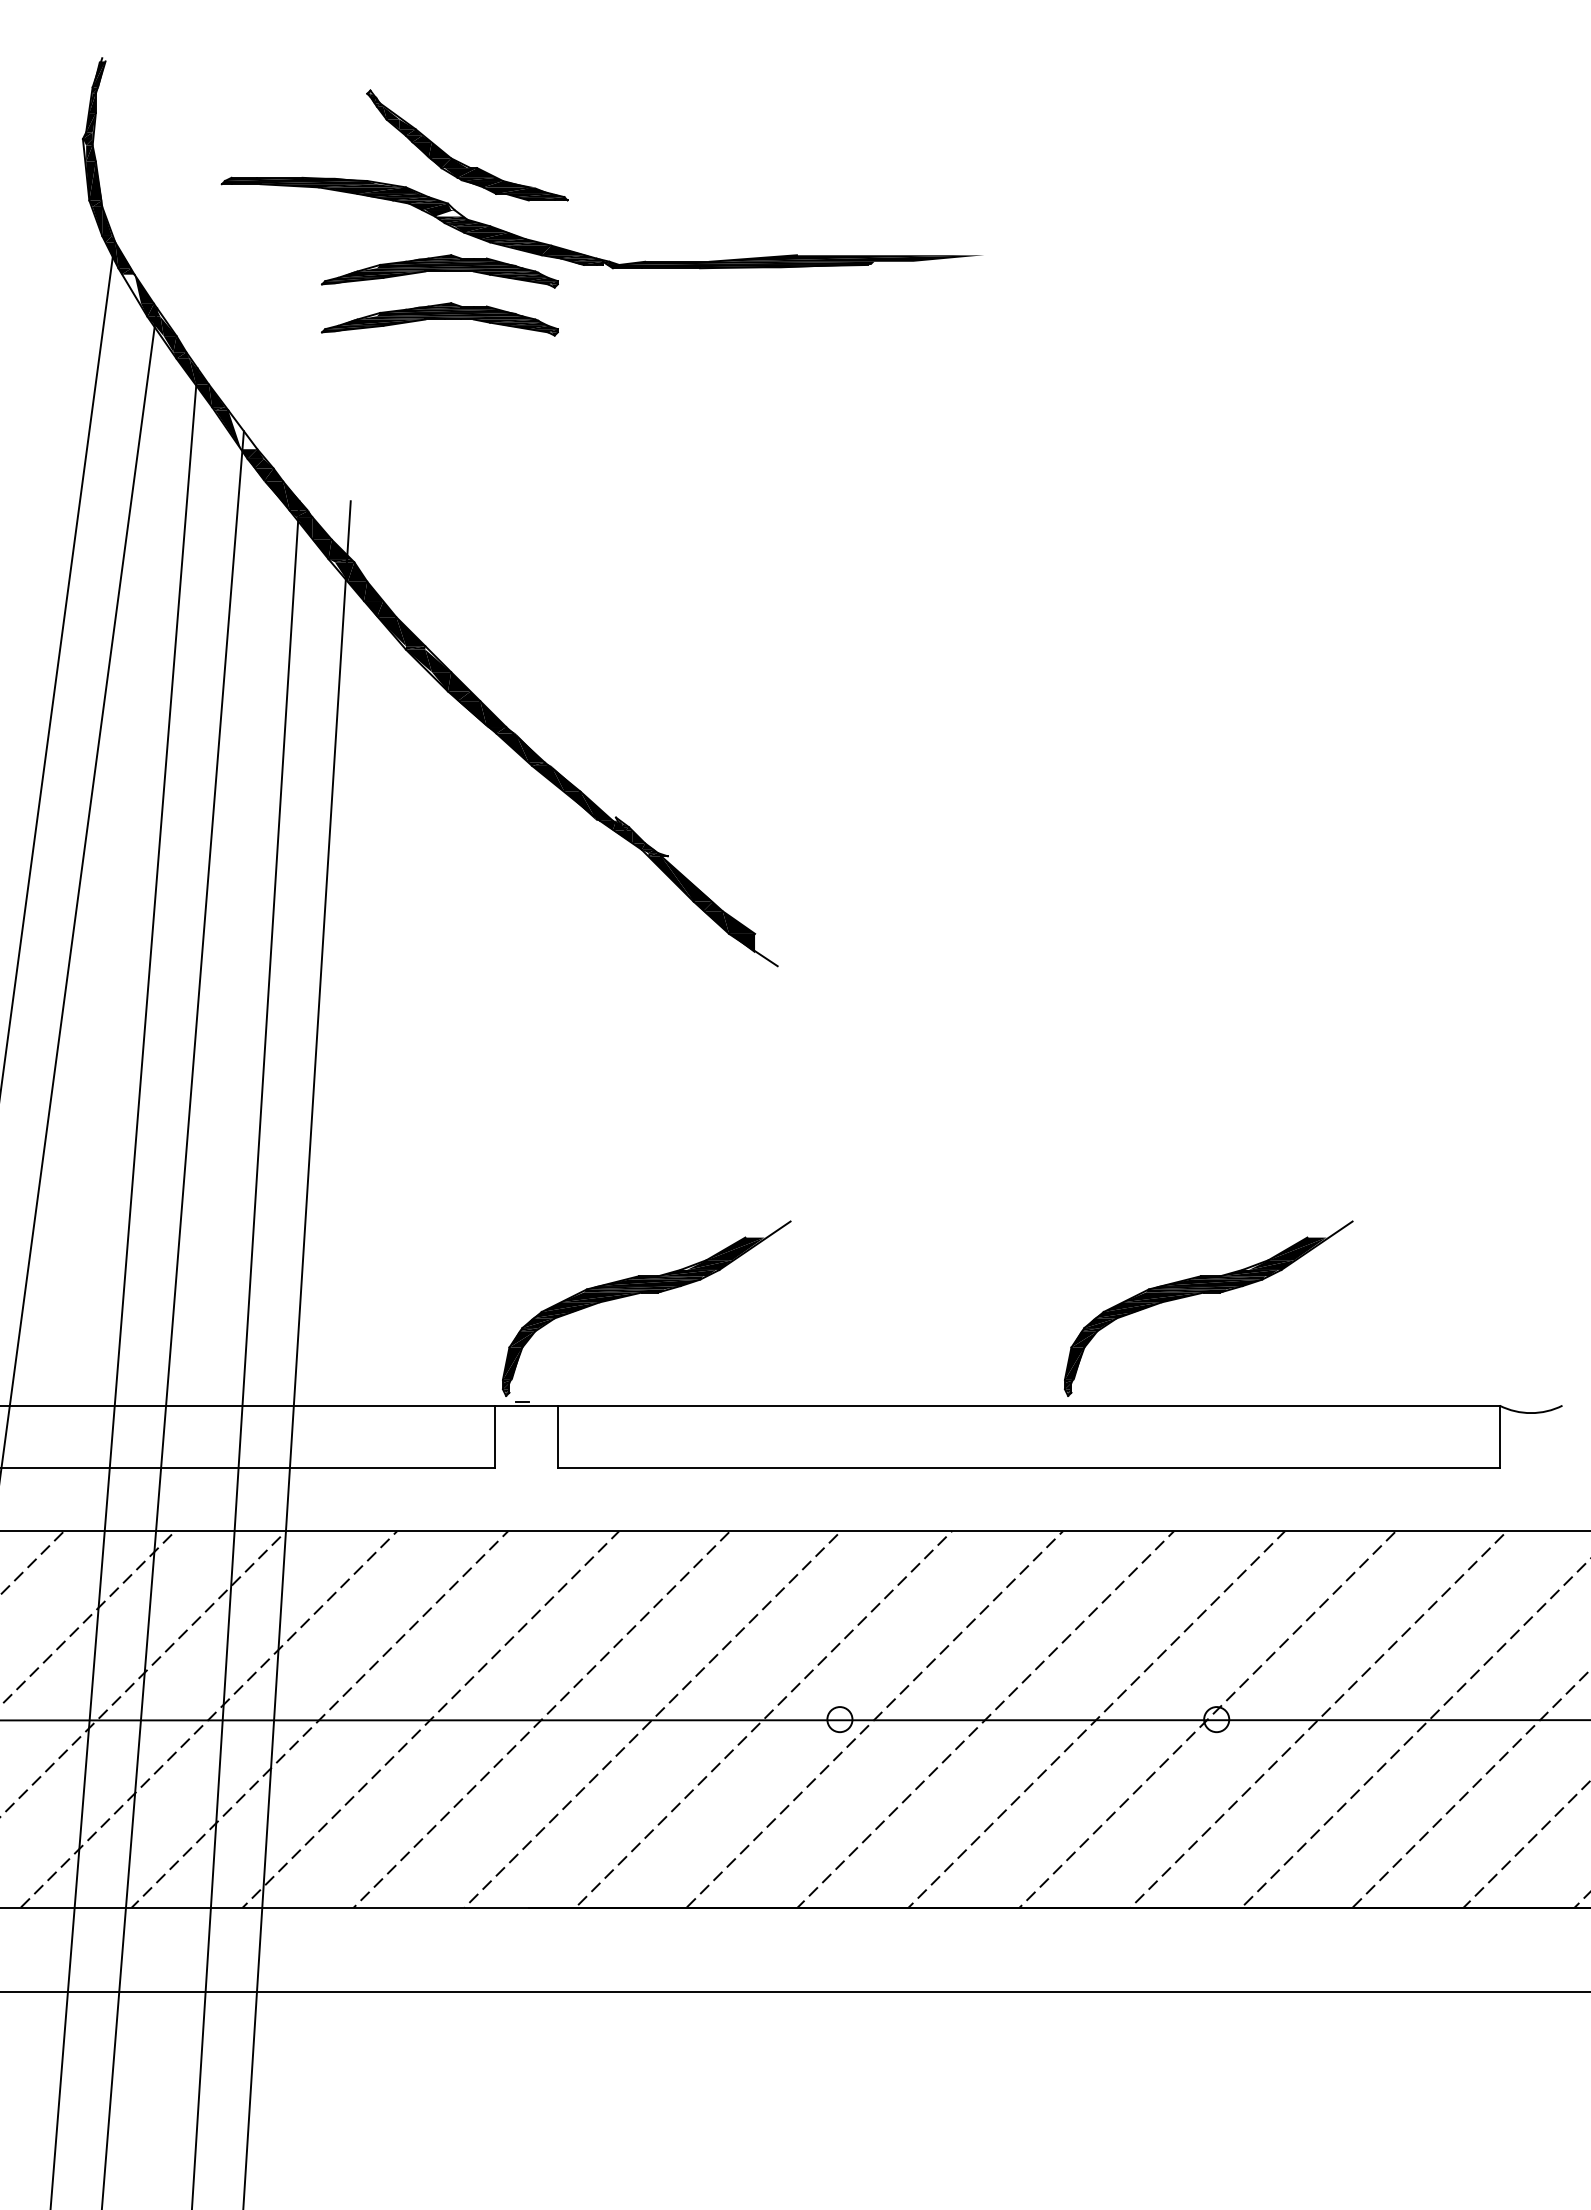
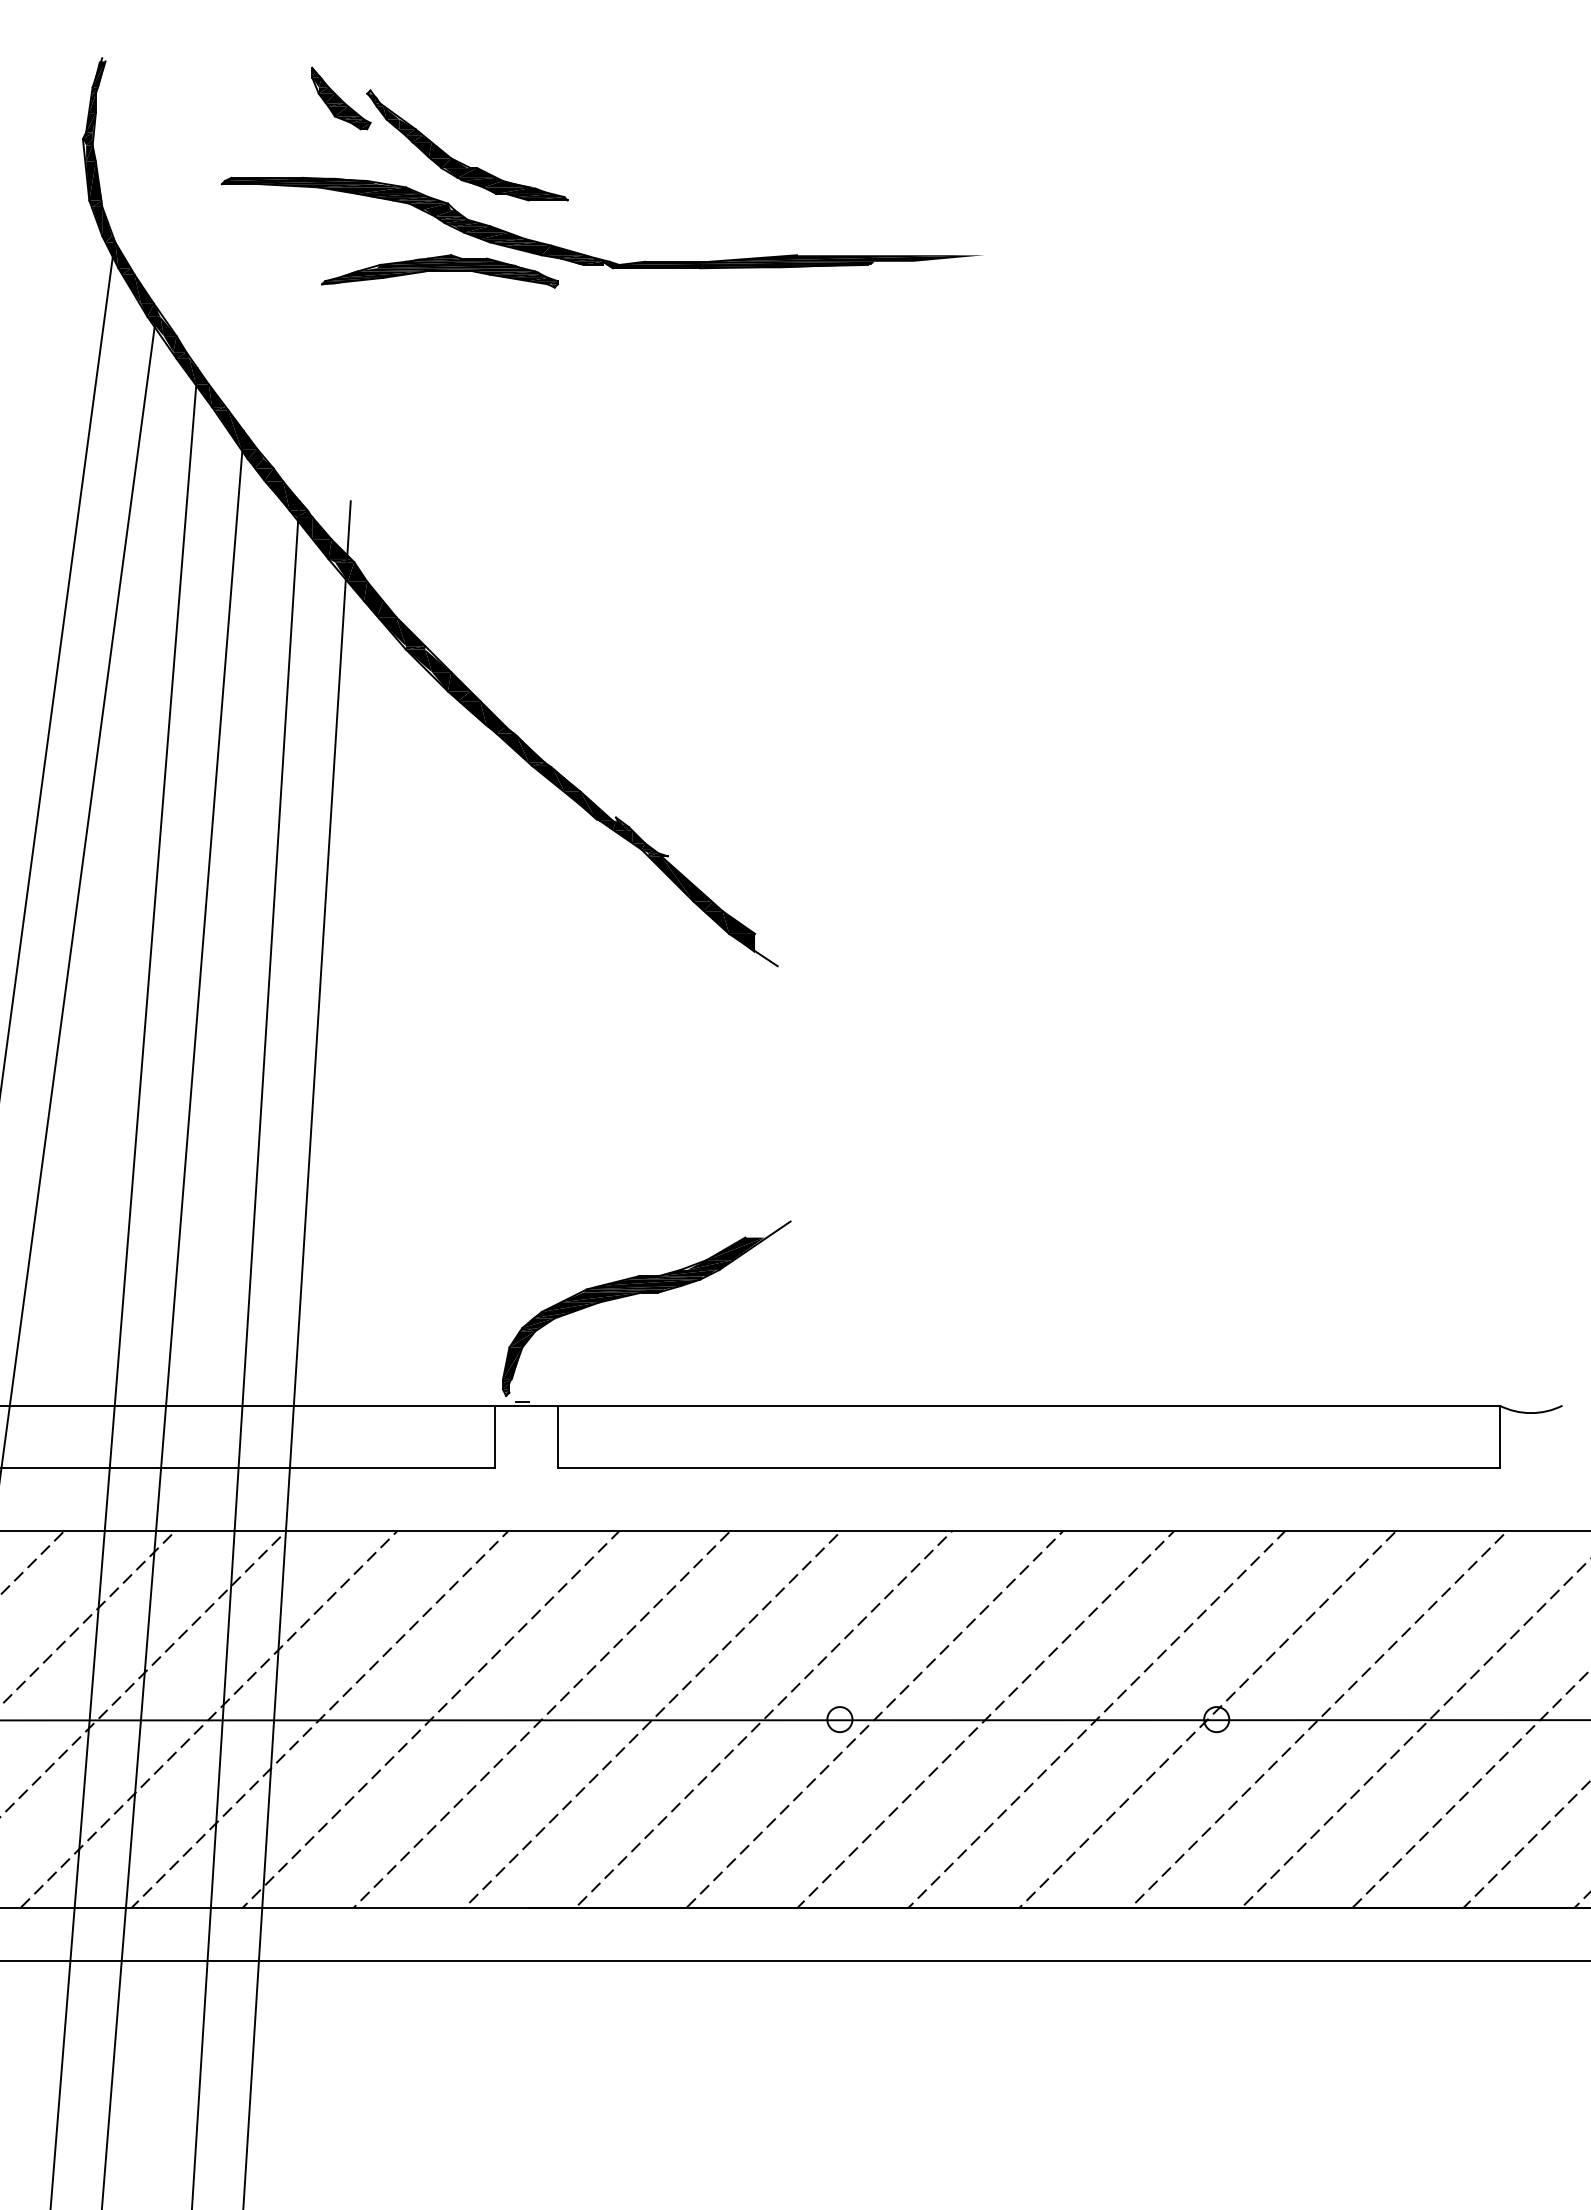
part at (341, 98): none -> present
fill at (449, 213): none -> present
fill at (131, 288): none -> present
part at (439, 319): present -> none
fill at (242, 429): none -> present
part at (1208, 1293): present -> none
line at (794, 1992) position: (794, 1992) -> (794, 1961)
